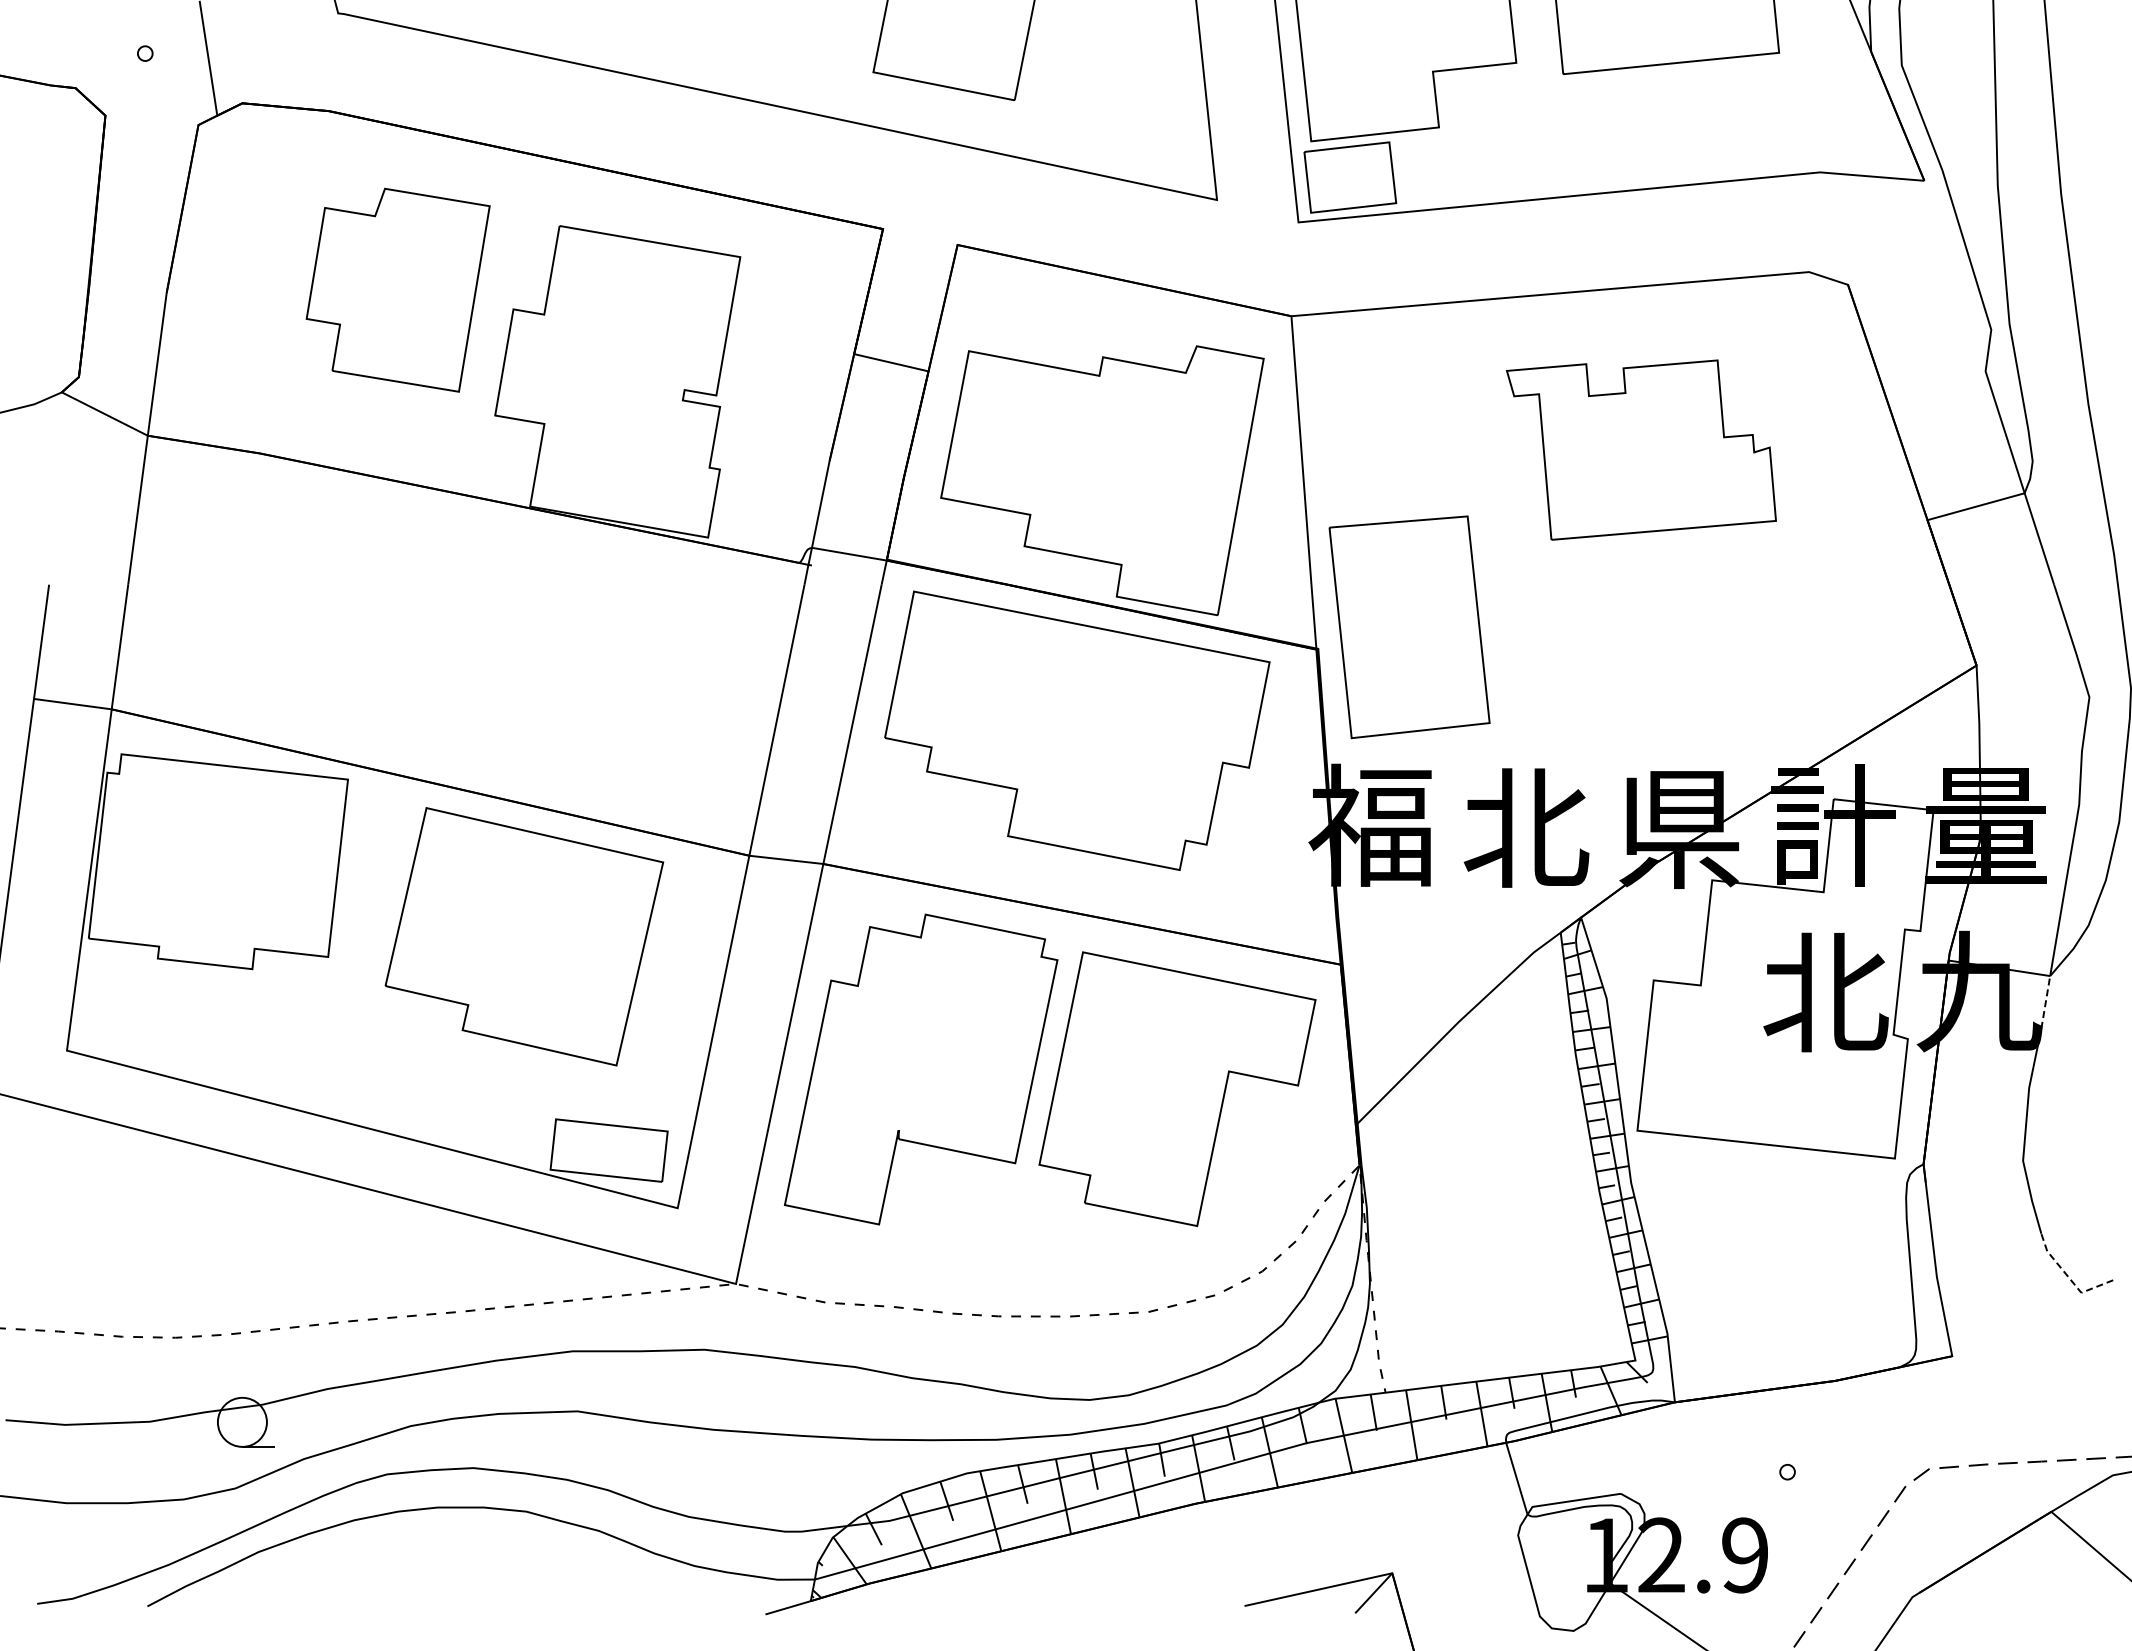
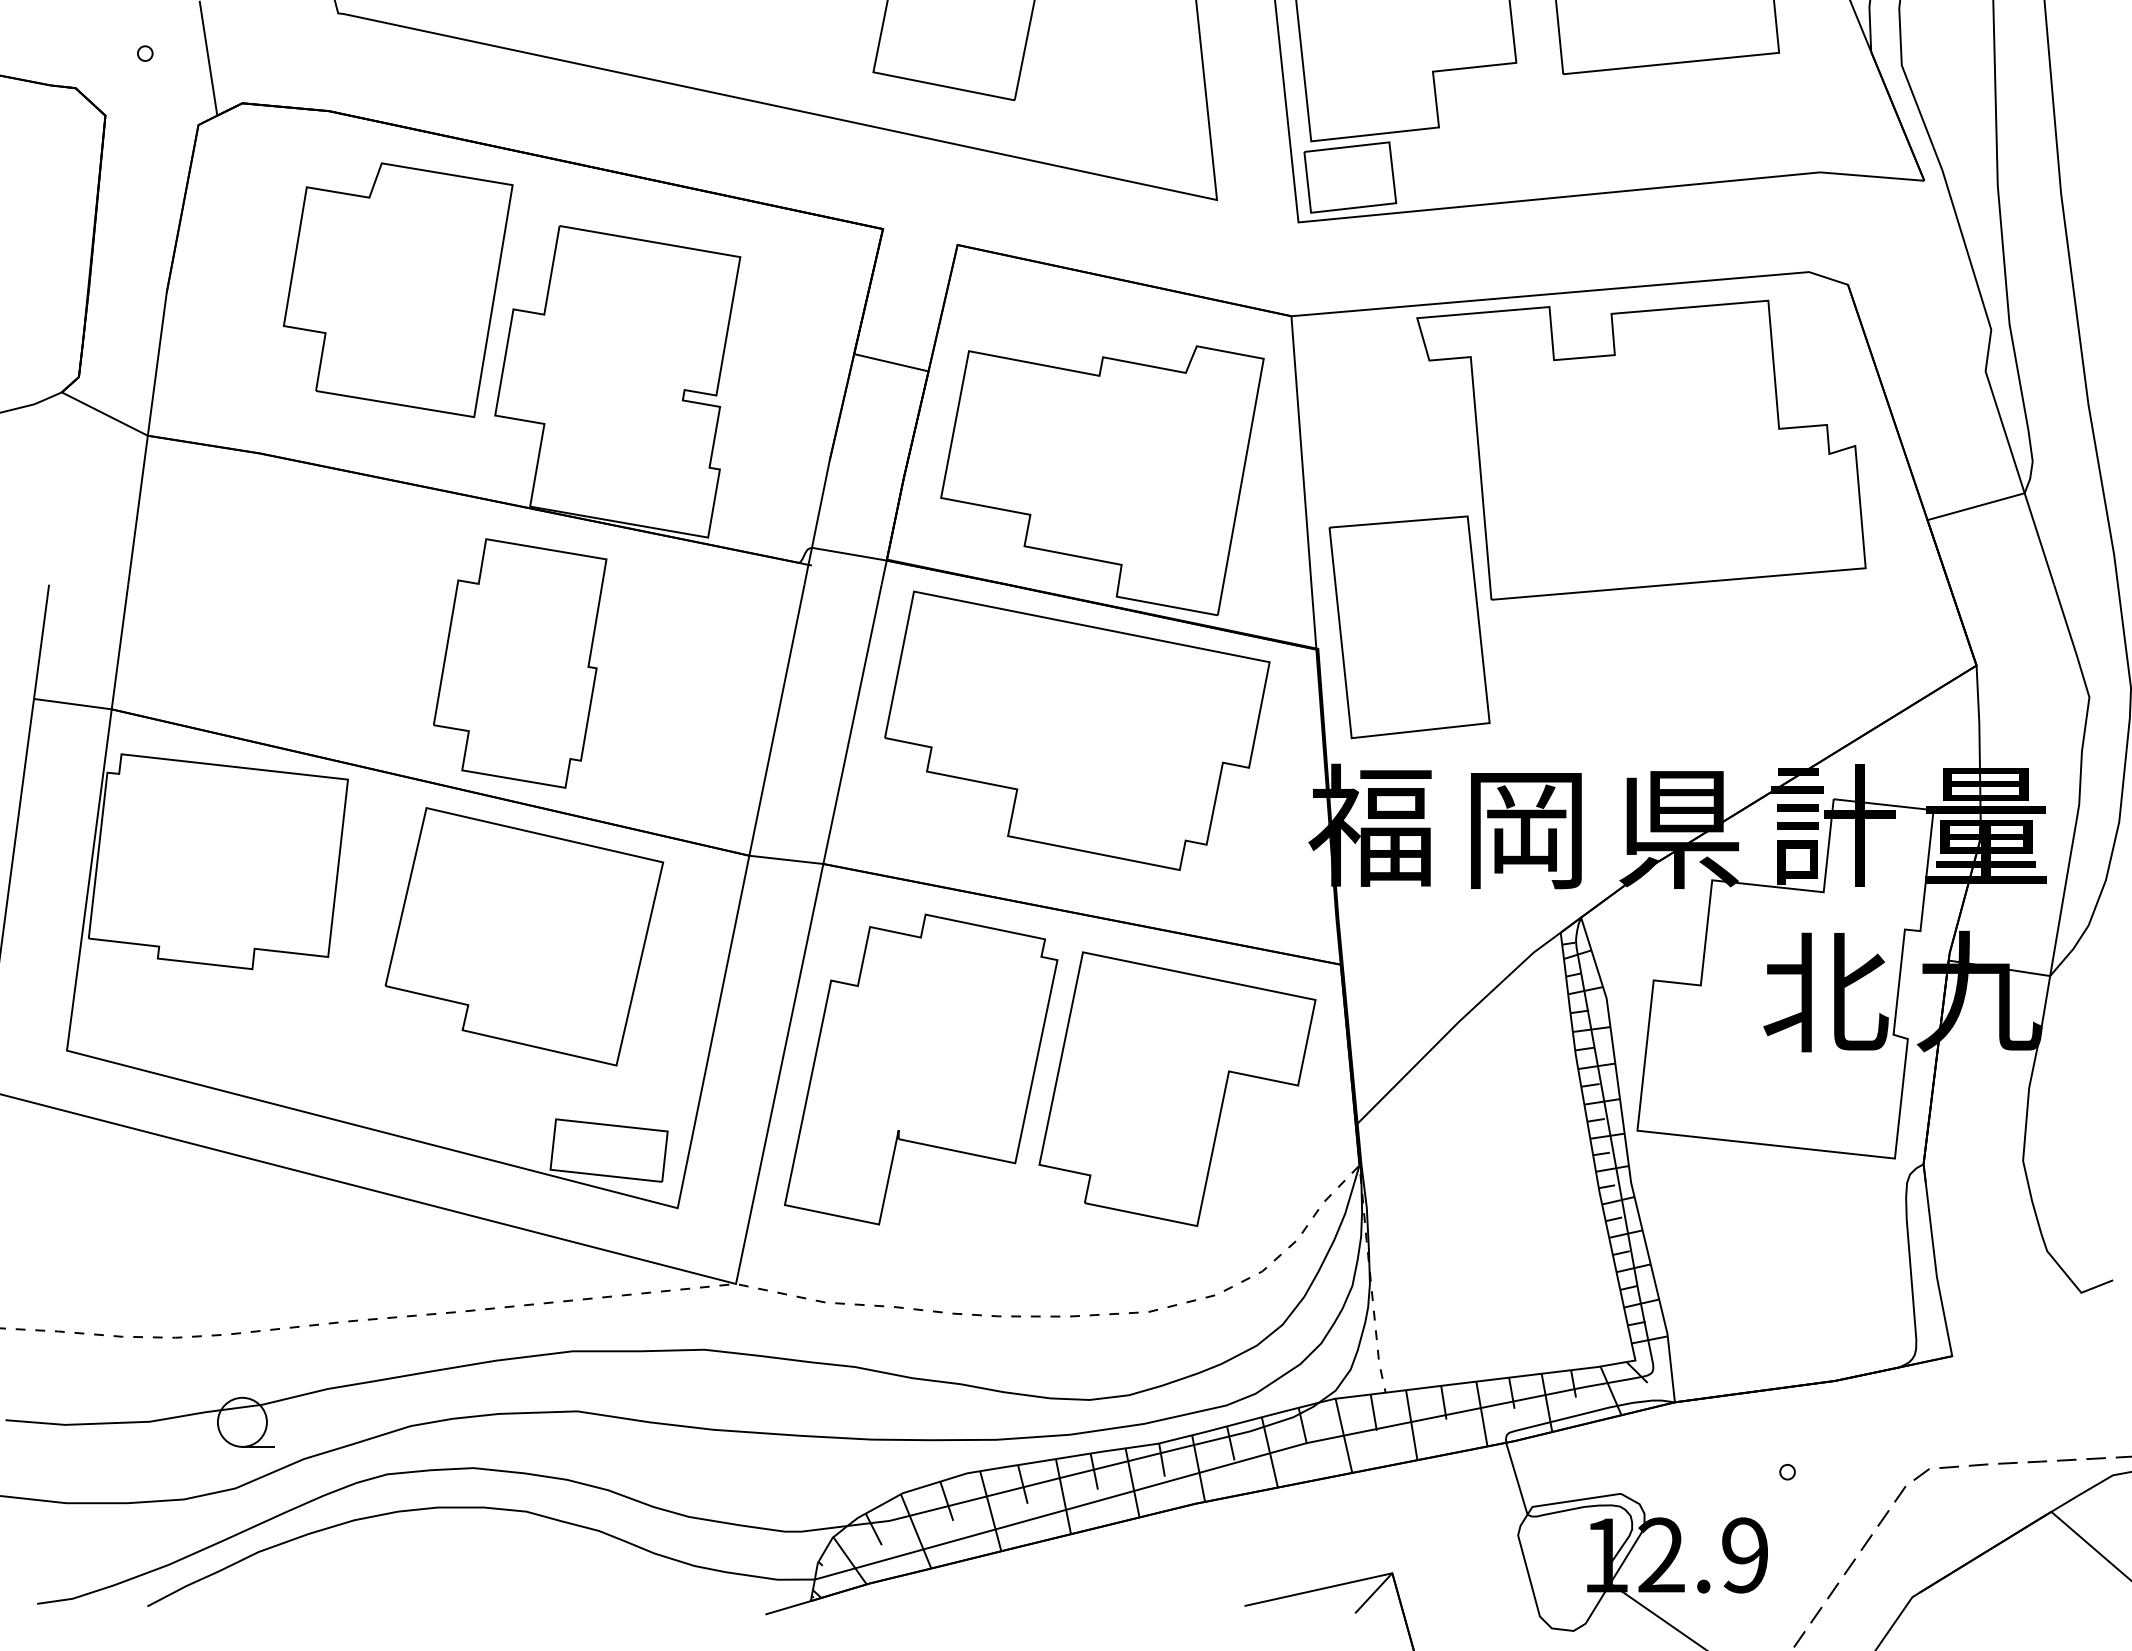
part at (397, 289) size: 186x206 px -> 232x257 px
part at (1640, 449) size: 272x182 px -> 451x302 px
part at (520, 663): none -> present
text at (1526, 828): 北 -> 岡
line at (2045, 1002): dashed -> solid
line at (2069, 1278): dashed -> solid
